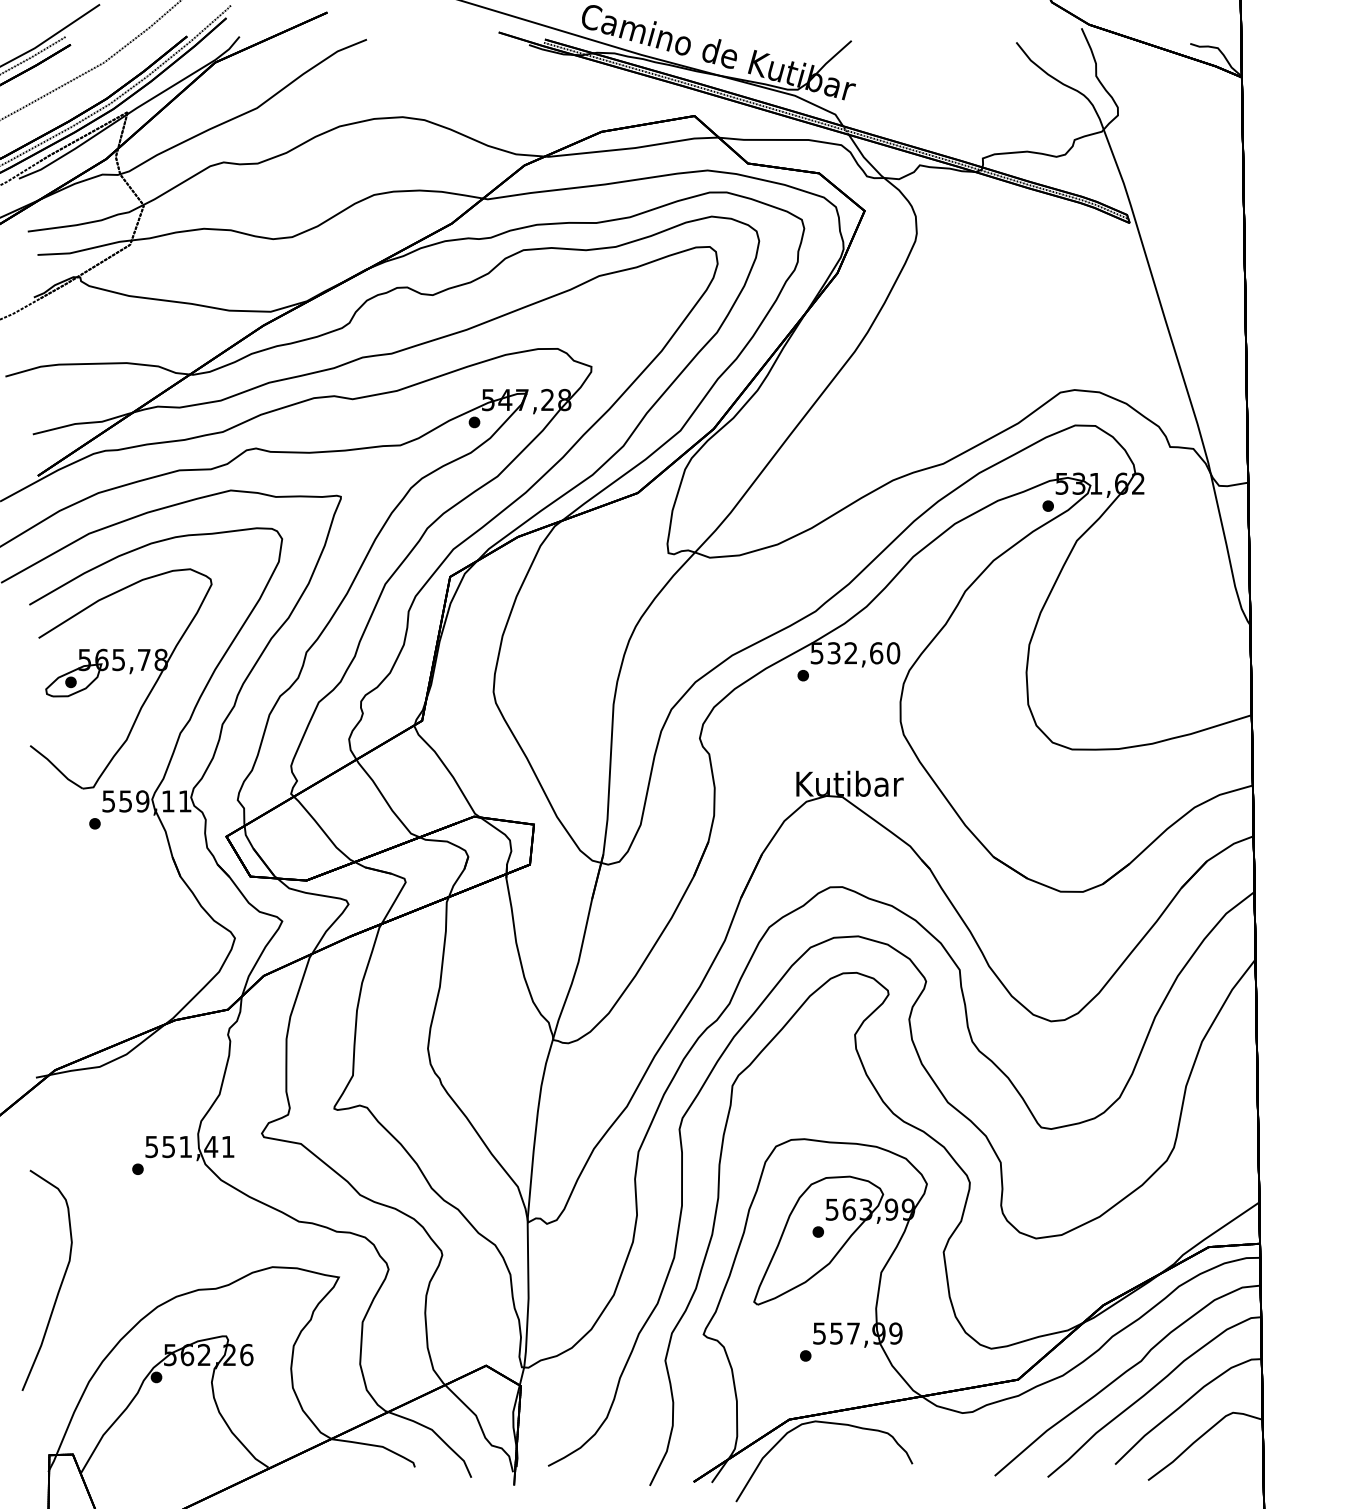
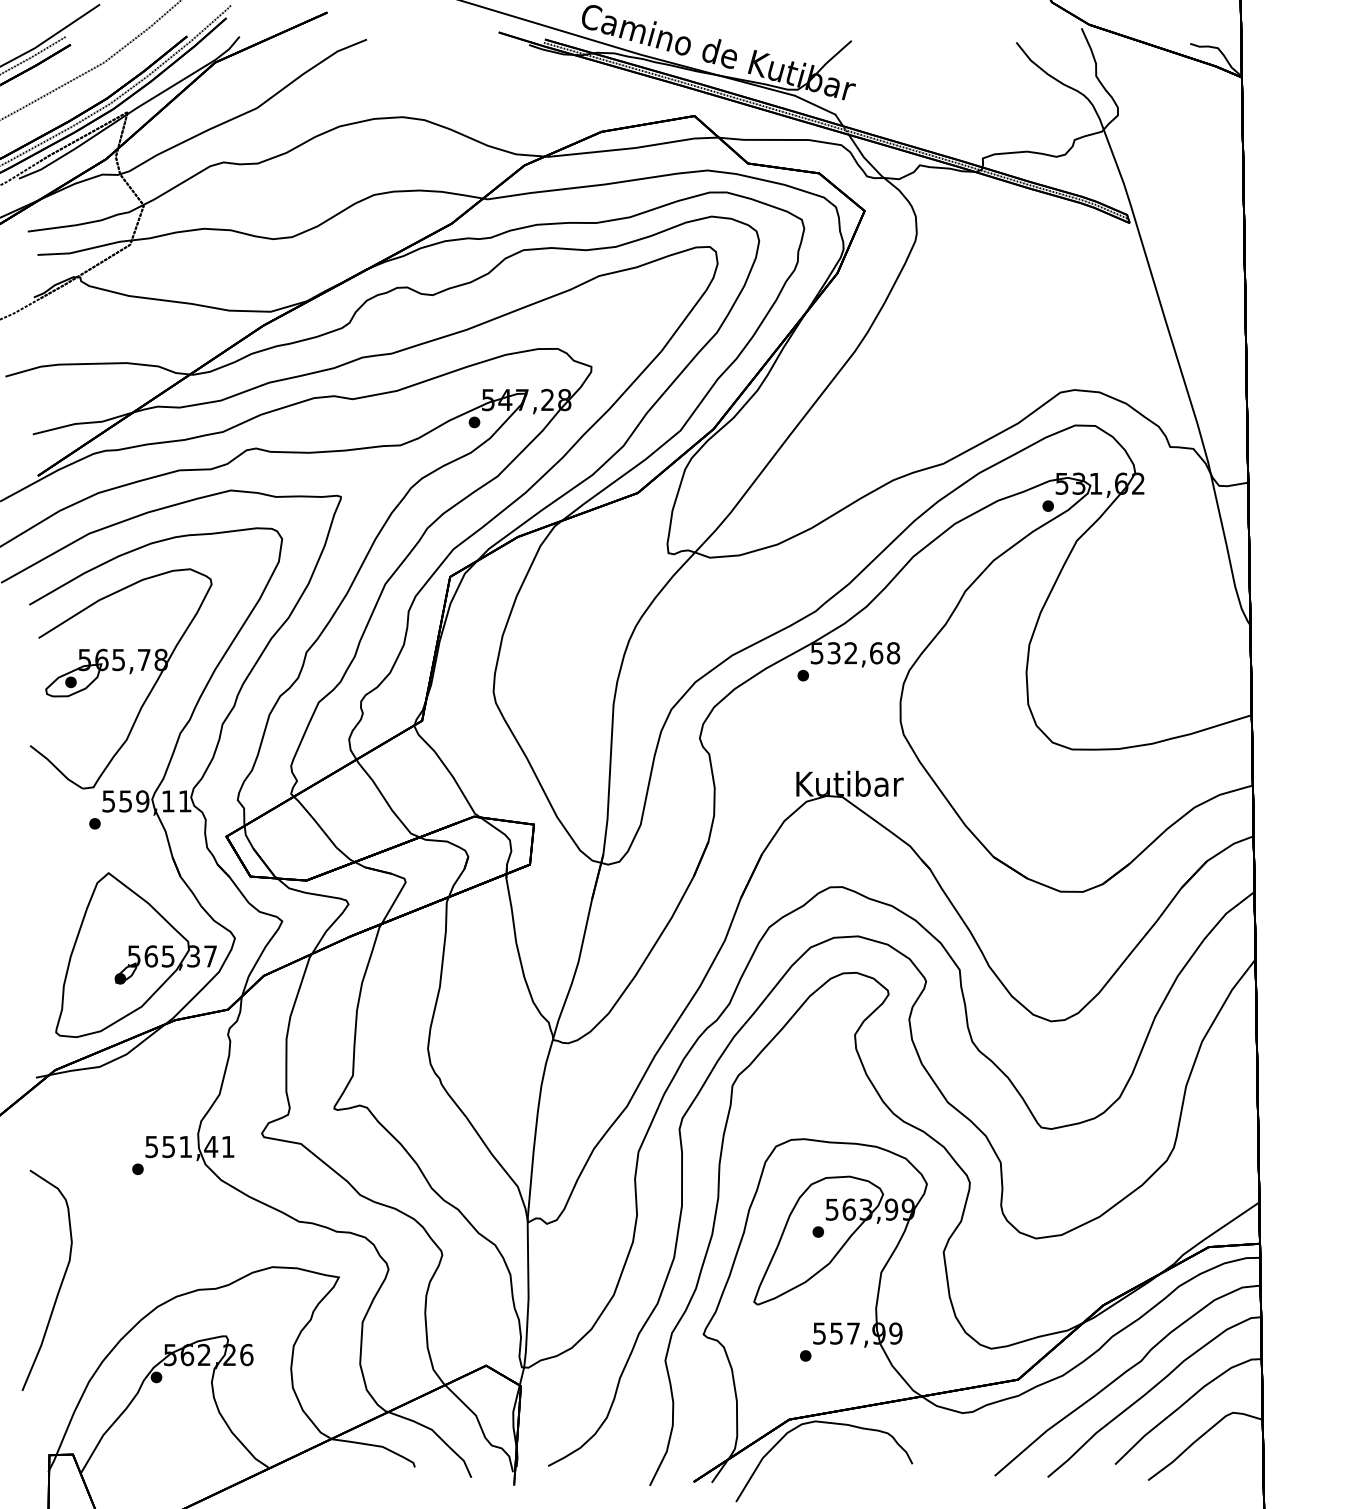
text at (893, 653): 532,60 -> 532,68
part at (135, 955): none -> present
